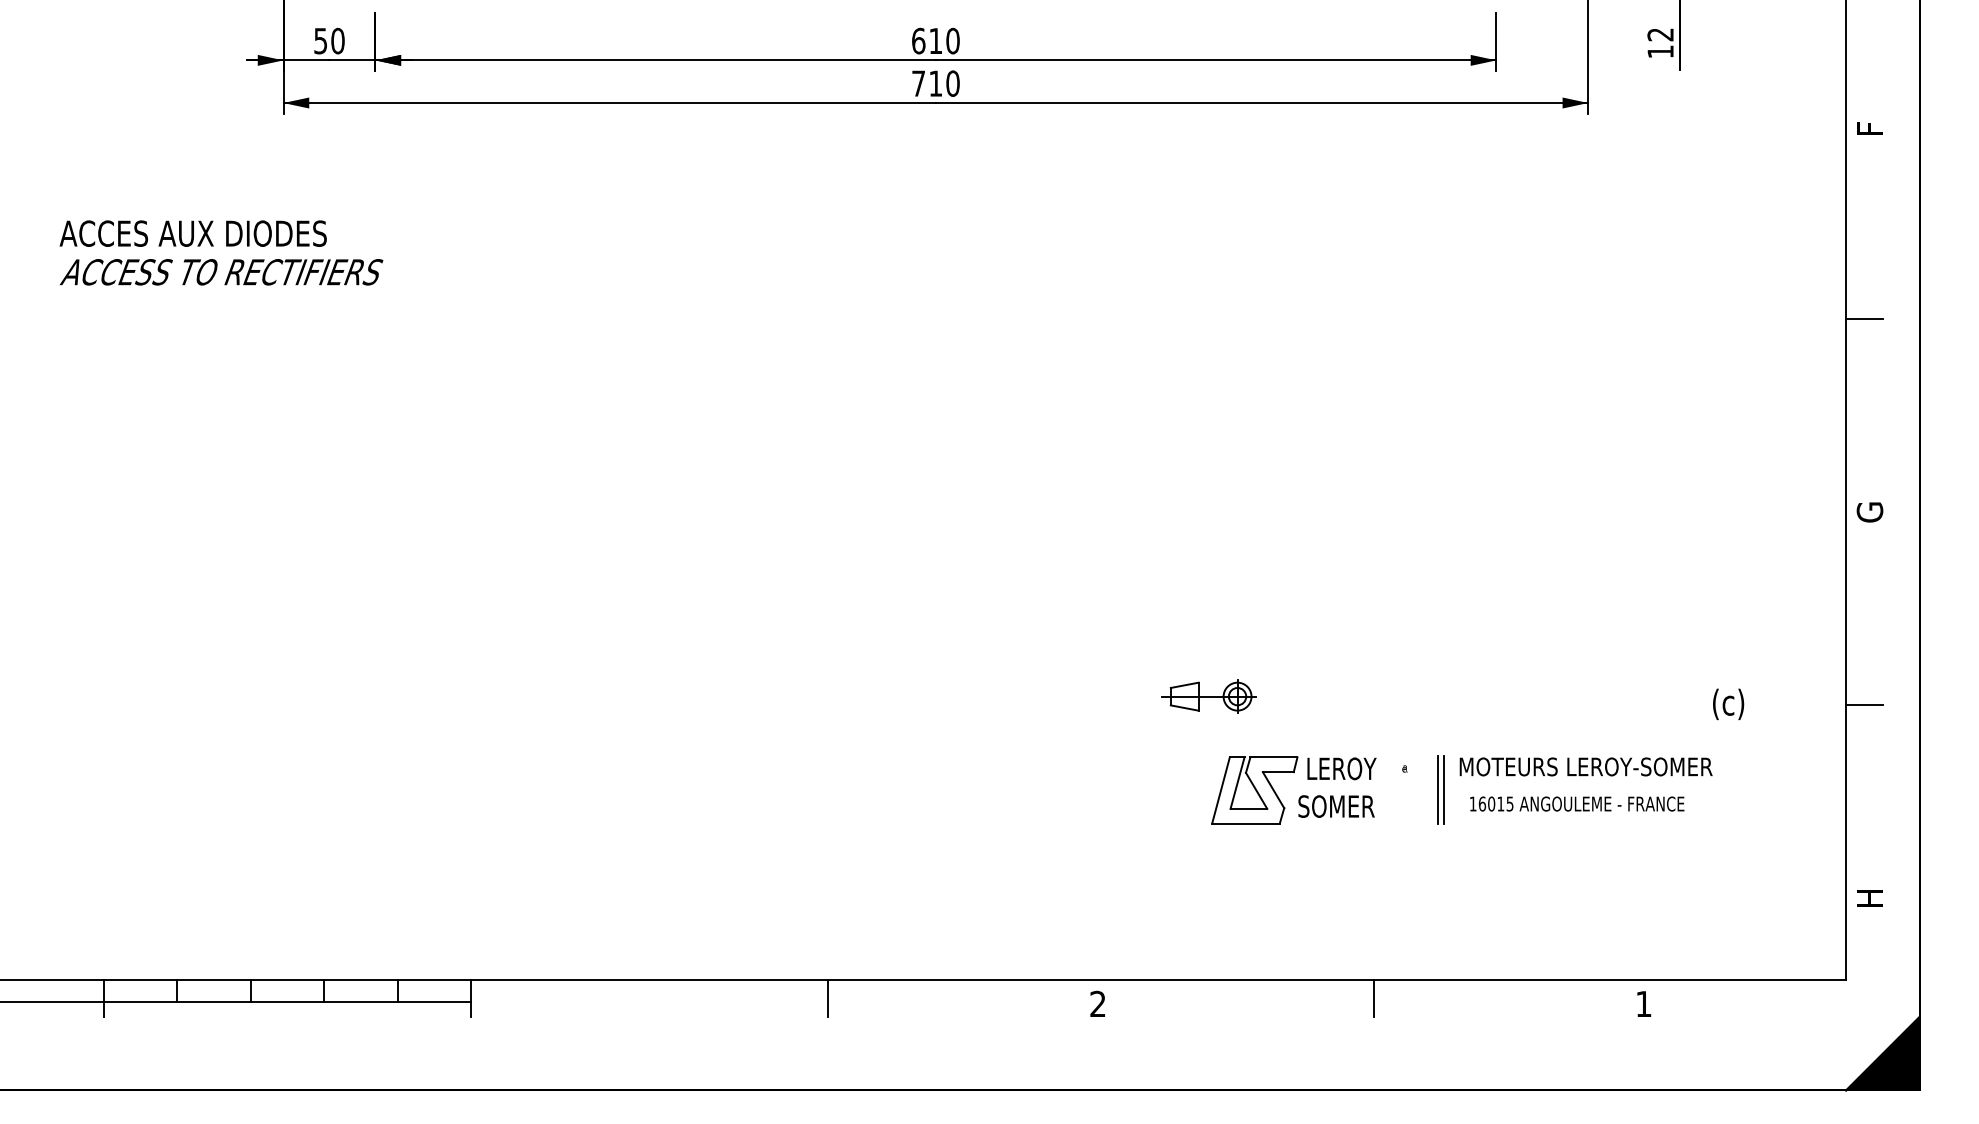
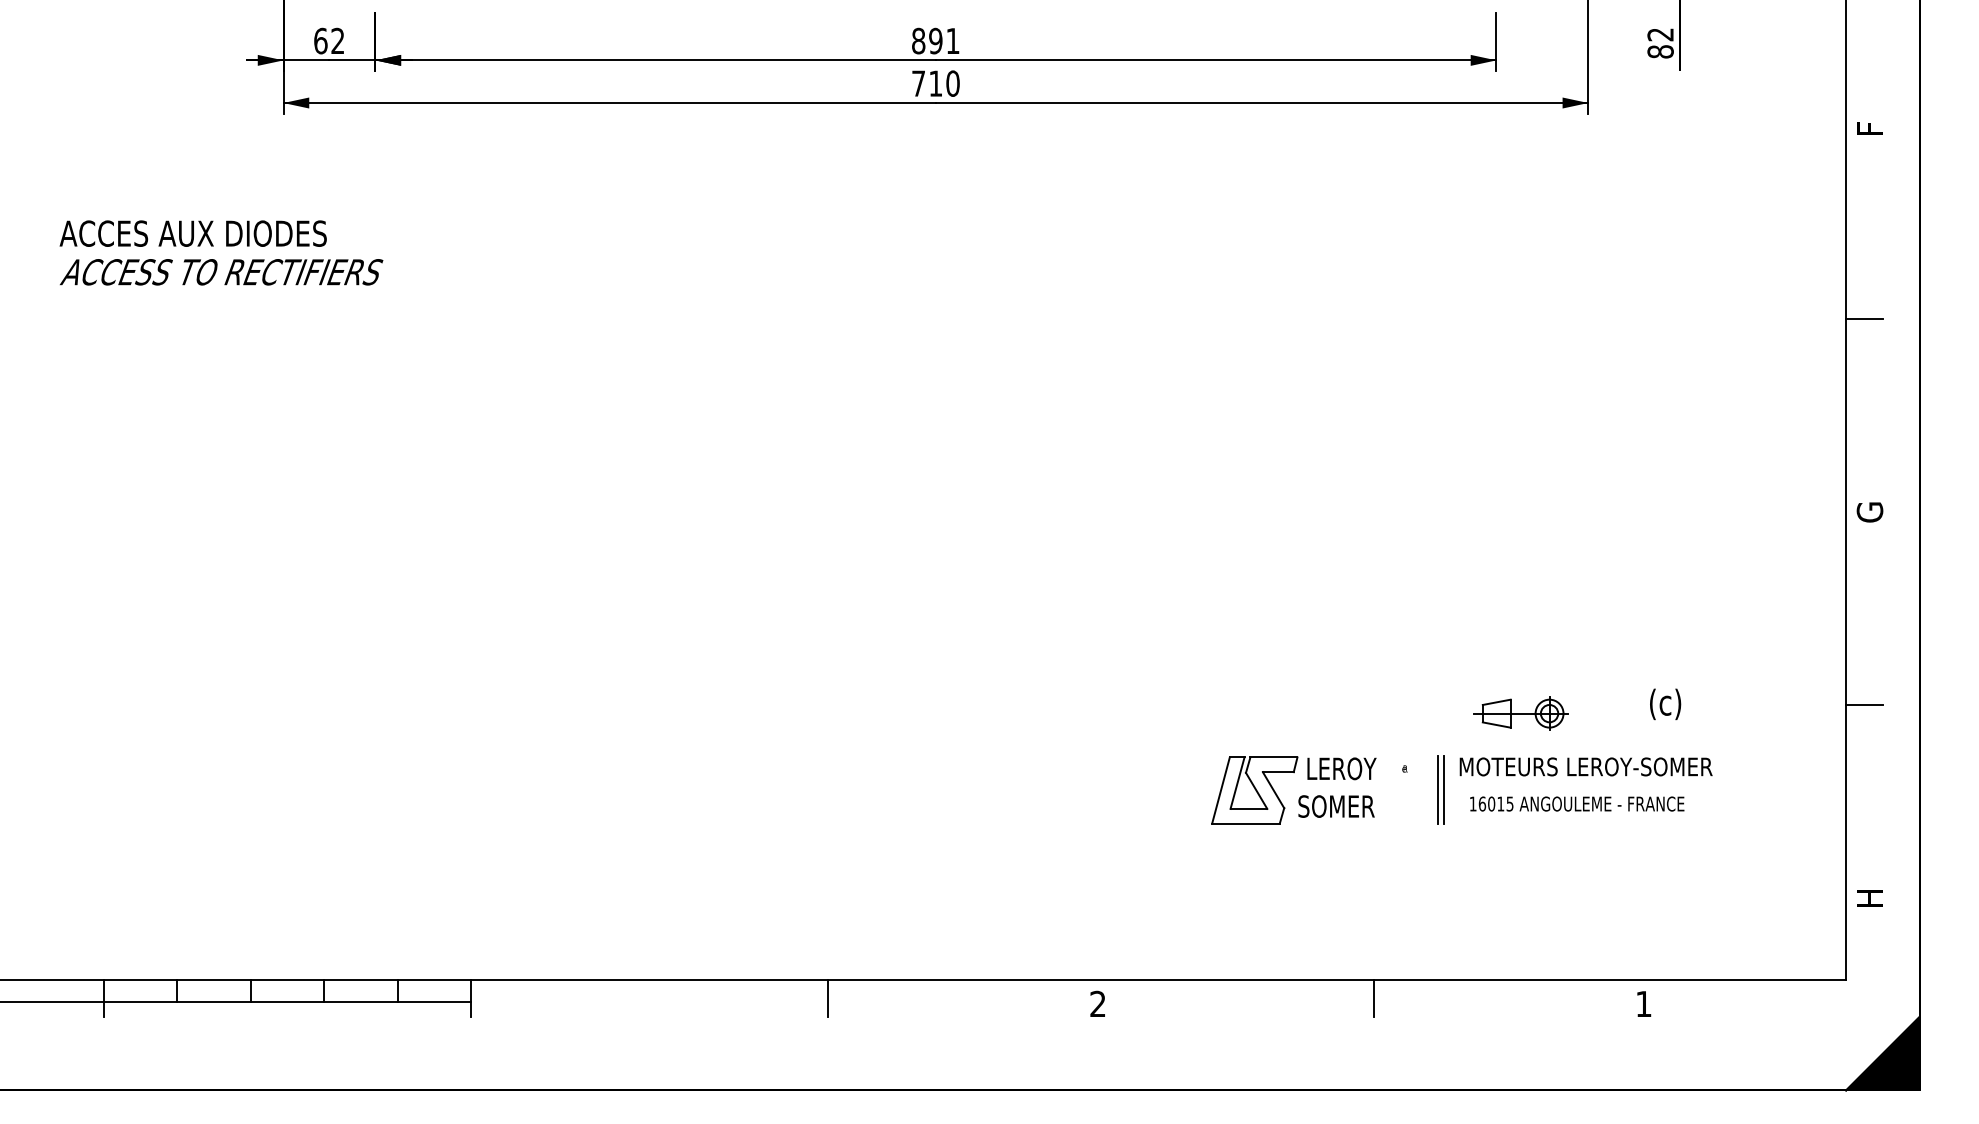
text at (329, 40): 50 -> 62
text at (935, 40): 610 -> 891
text at (1660, 51): 12 -> 82
part at (1208, 696) position: (1208, 696) -> (1520, 713)
text at (1728, 704) position: (1728, 704) -> (1665, 704)
